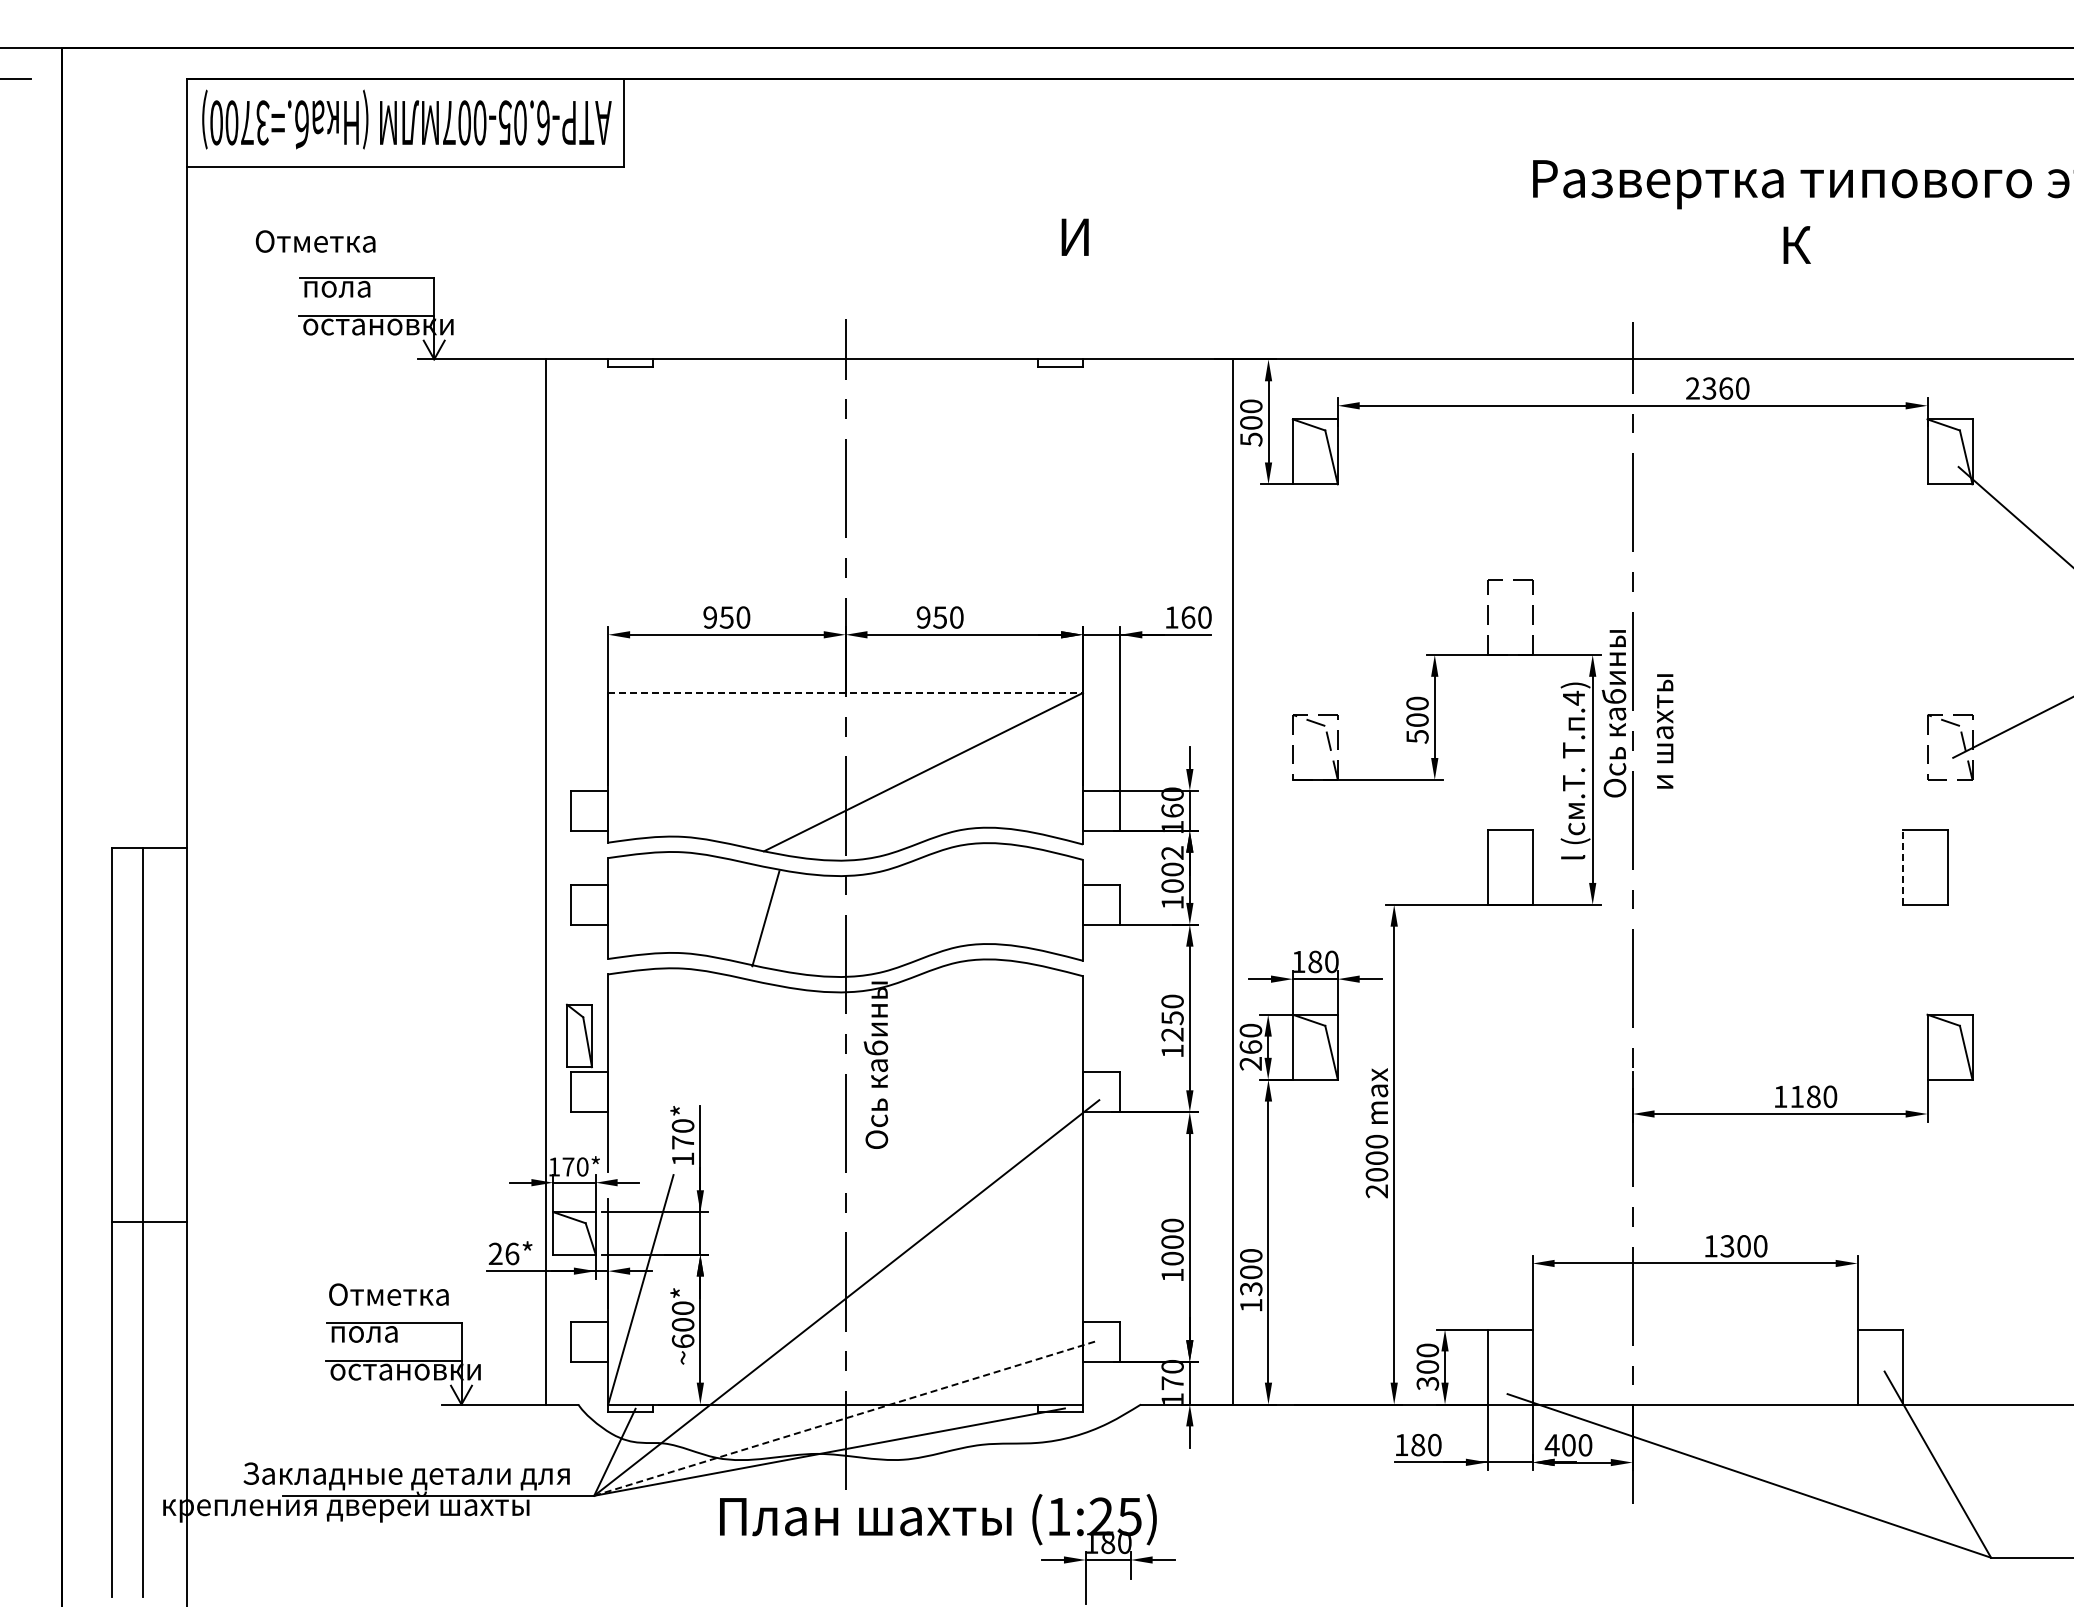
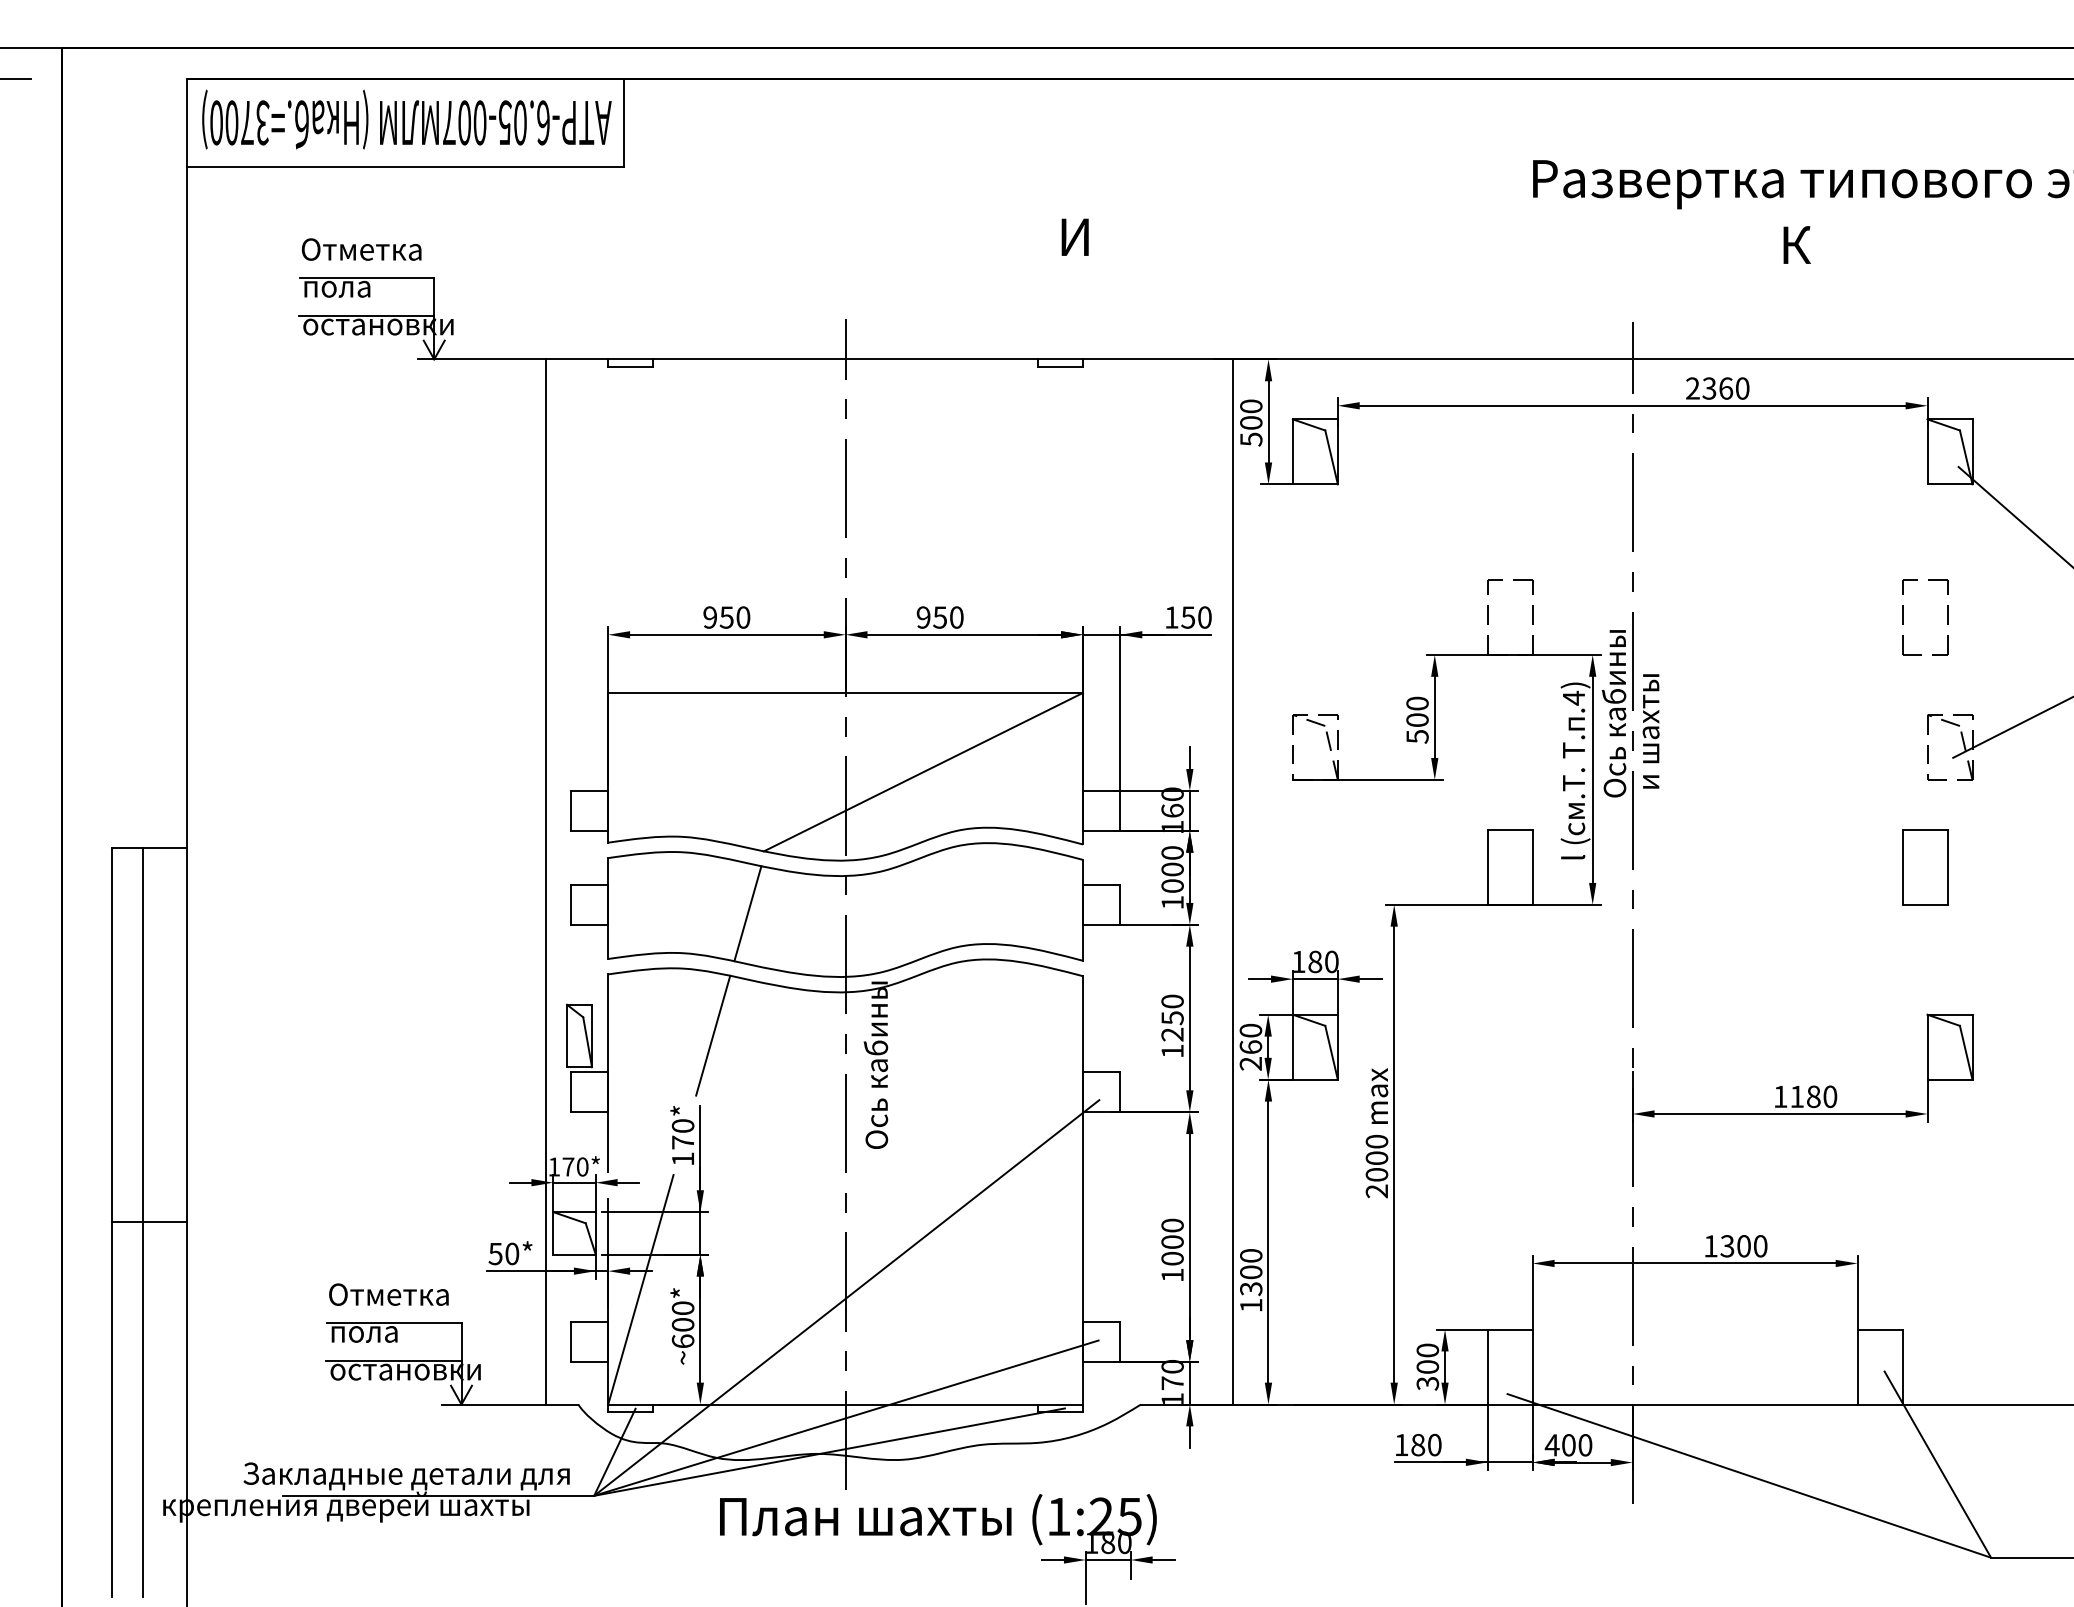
text at (315, 241) position: (315, 241) -> (361, 249)
text at (1188, 617): 160 -> 150
part at (1903, 617): none -> present
line at (846, 692): dashed -> solid
text at (1664, 731) position: (1664, 731) -> (1650, 731)
text at (1172, 852): 1002 -> 1000
line at (1902, 866): dashed -> solid
line at (765, 918) position: (765, 918) -> (747, 913)
line at (713, 1035): none -> present
text at (503, 1253): 26* -> 50*
line at (846, 1418): dashed -> solid
